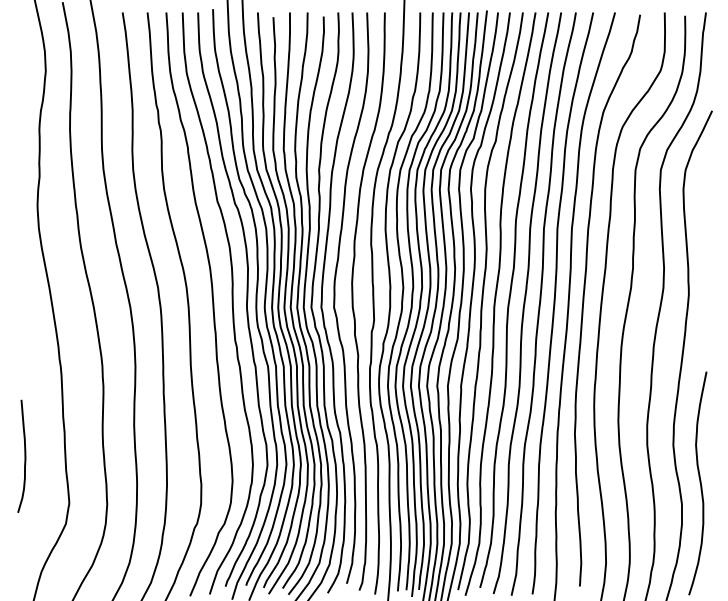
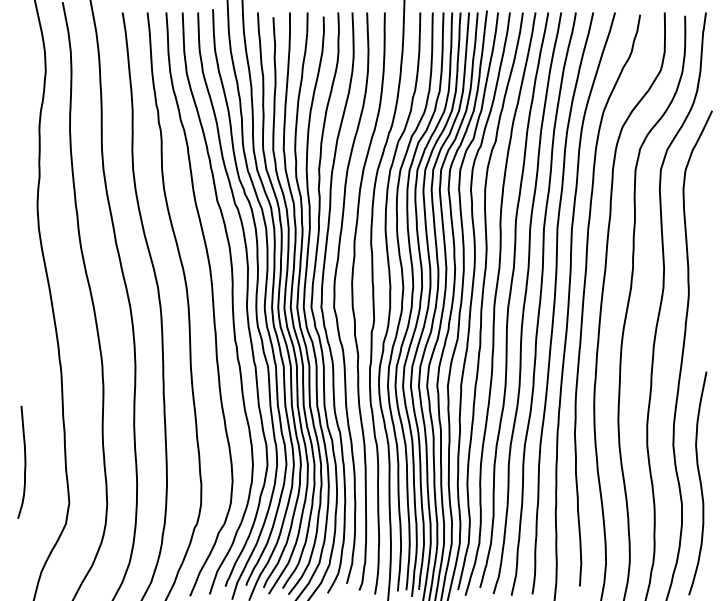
curve at (24, 455) position: (24, 455) -> (24, 461)
